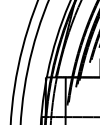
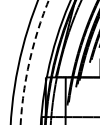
circle at (34, 62): solid -> dashed
